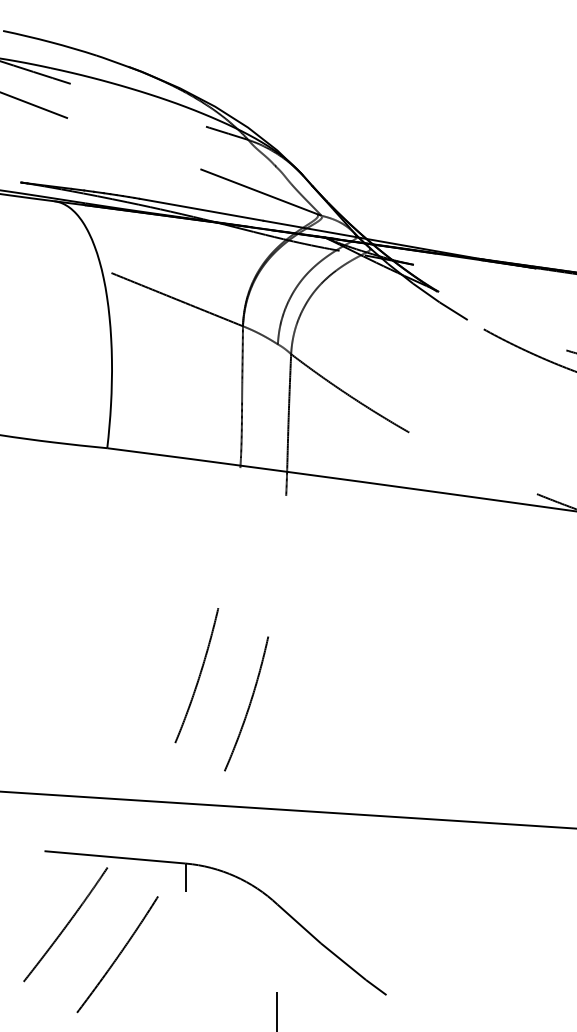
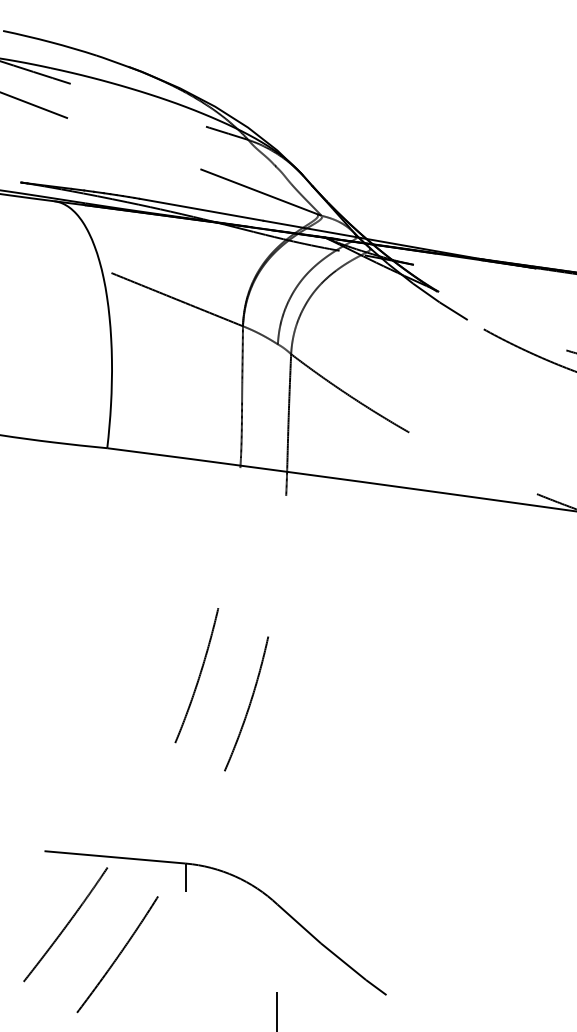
line at (287, 809): present -> none
